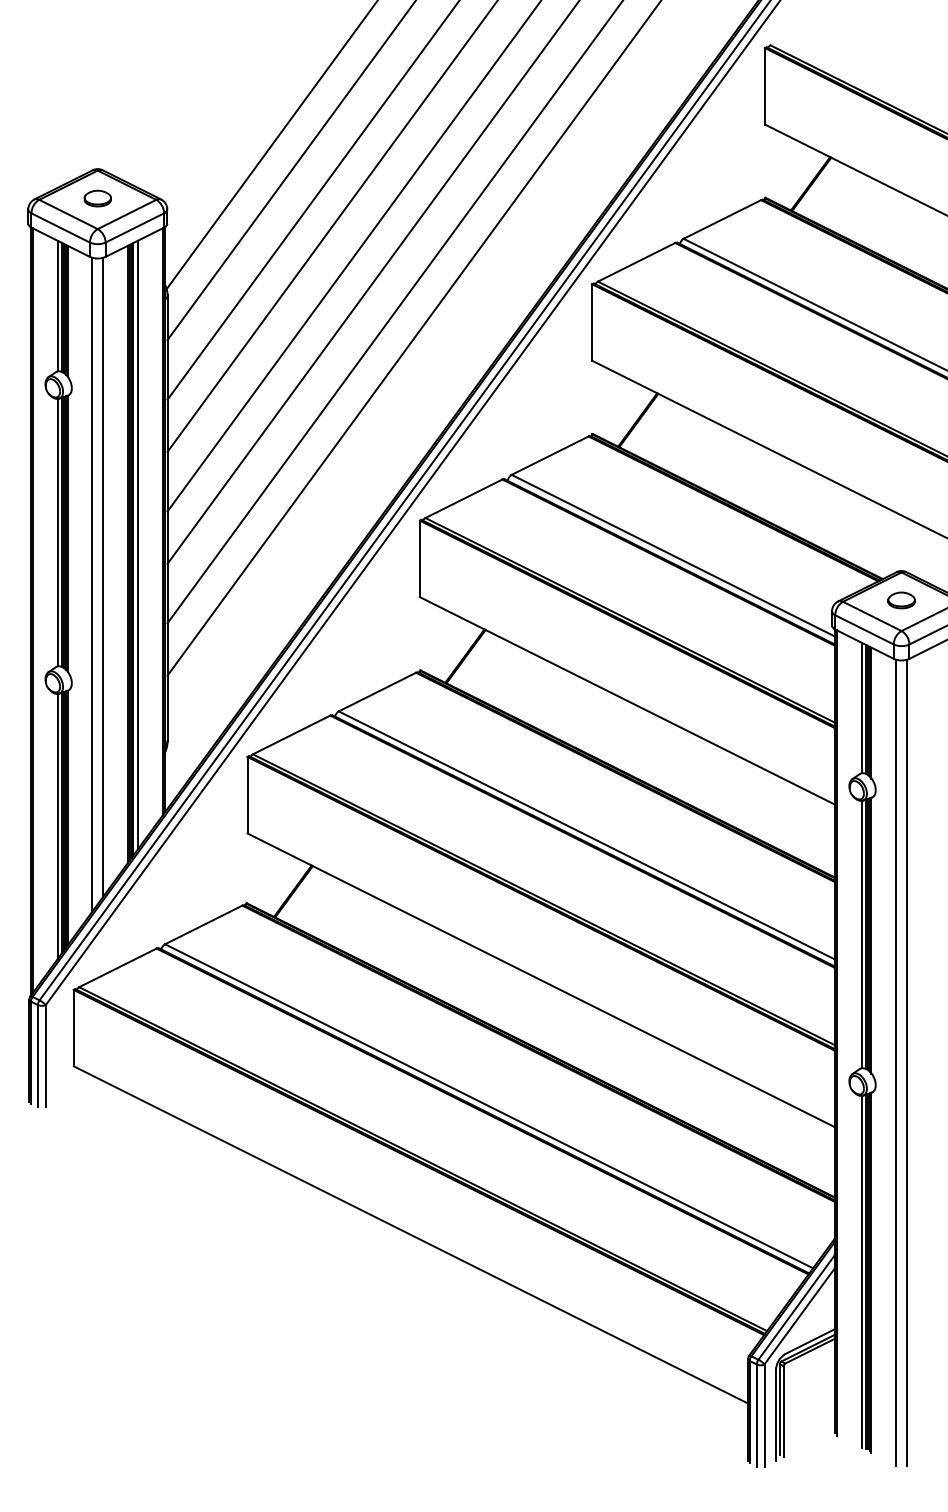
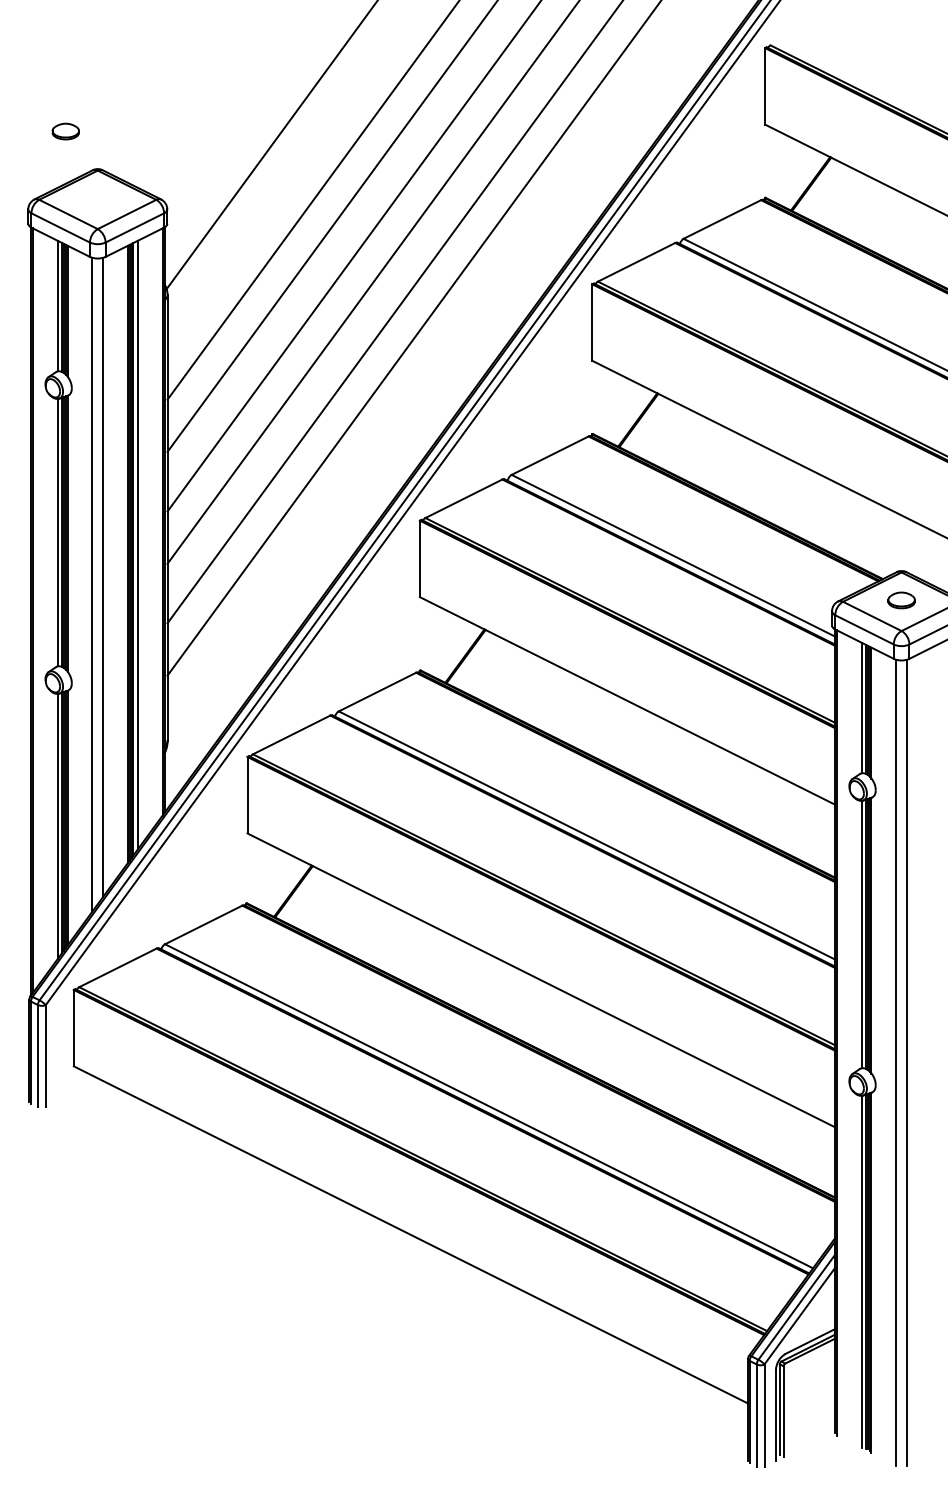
line at (290, 171): present -> none
part at (97, 198) position: (97, 198) -> (65, 131)
